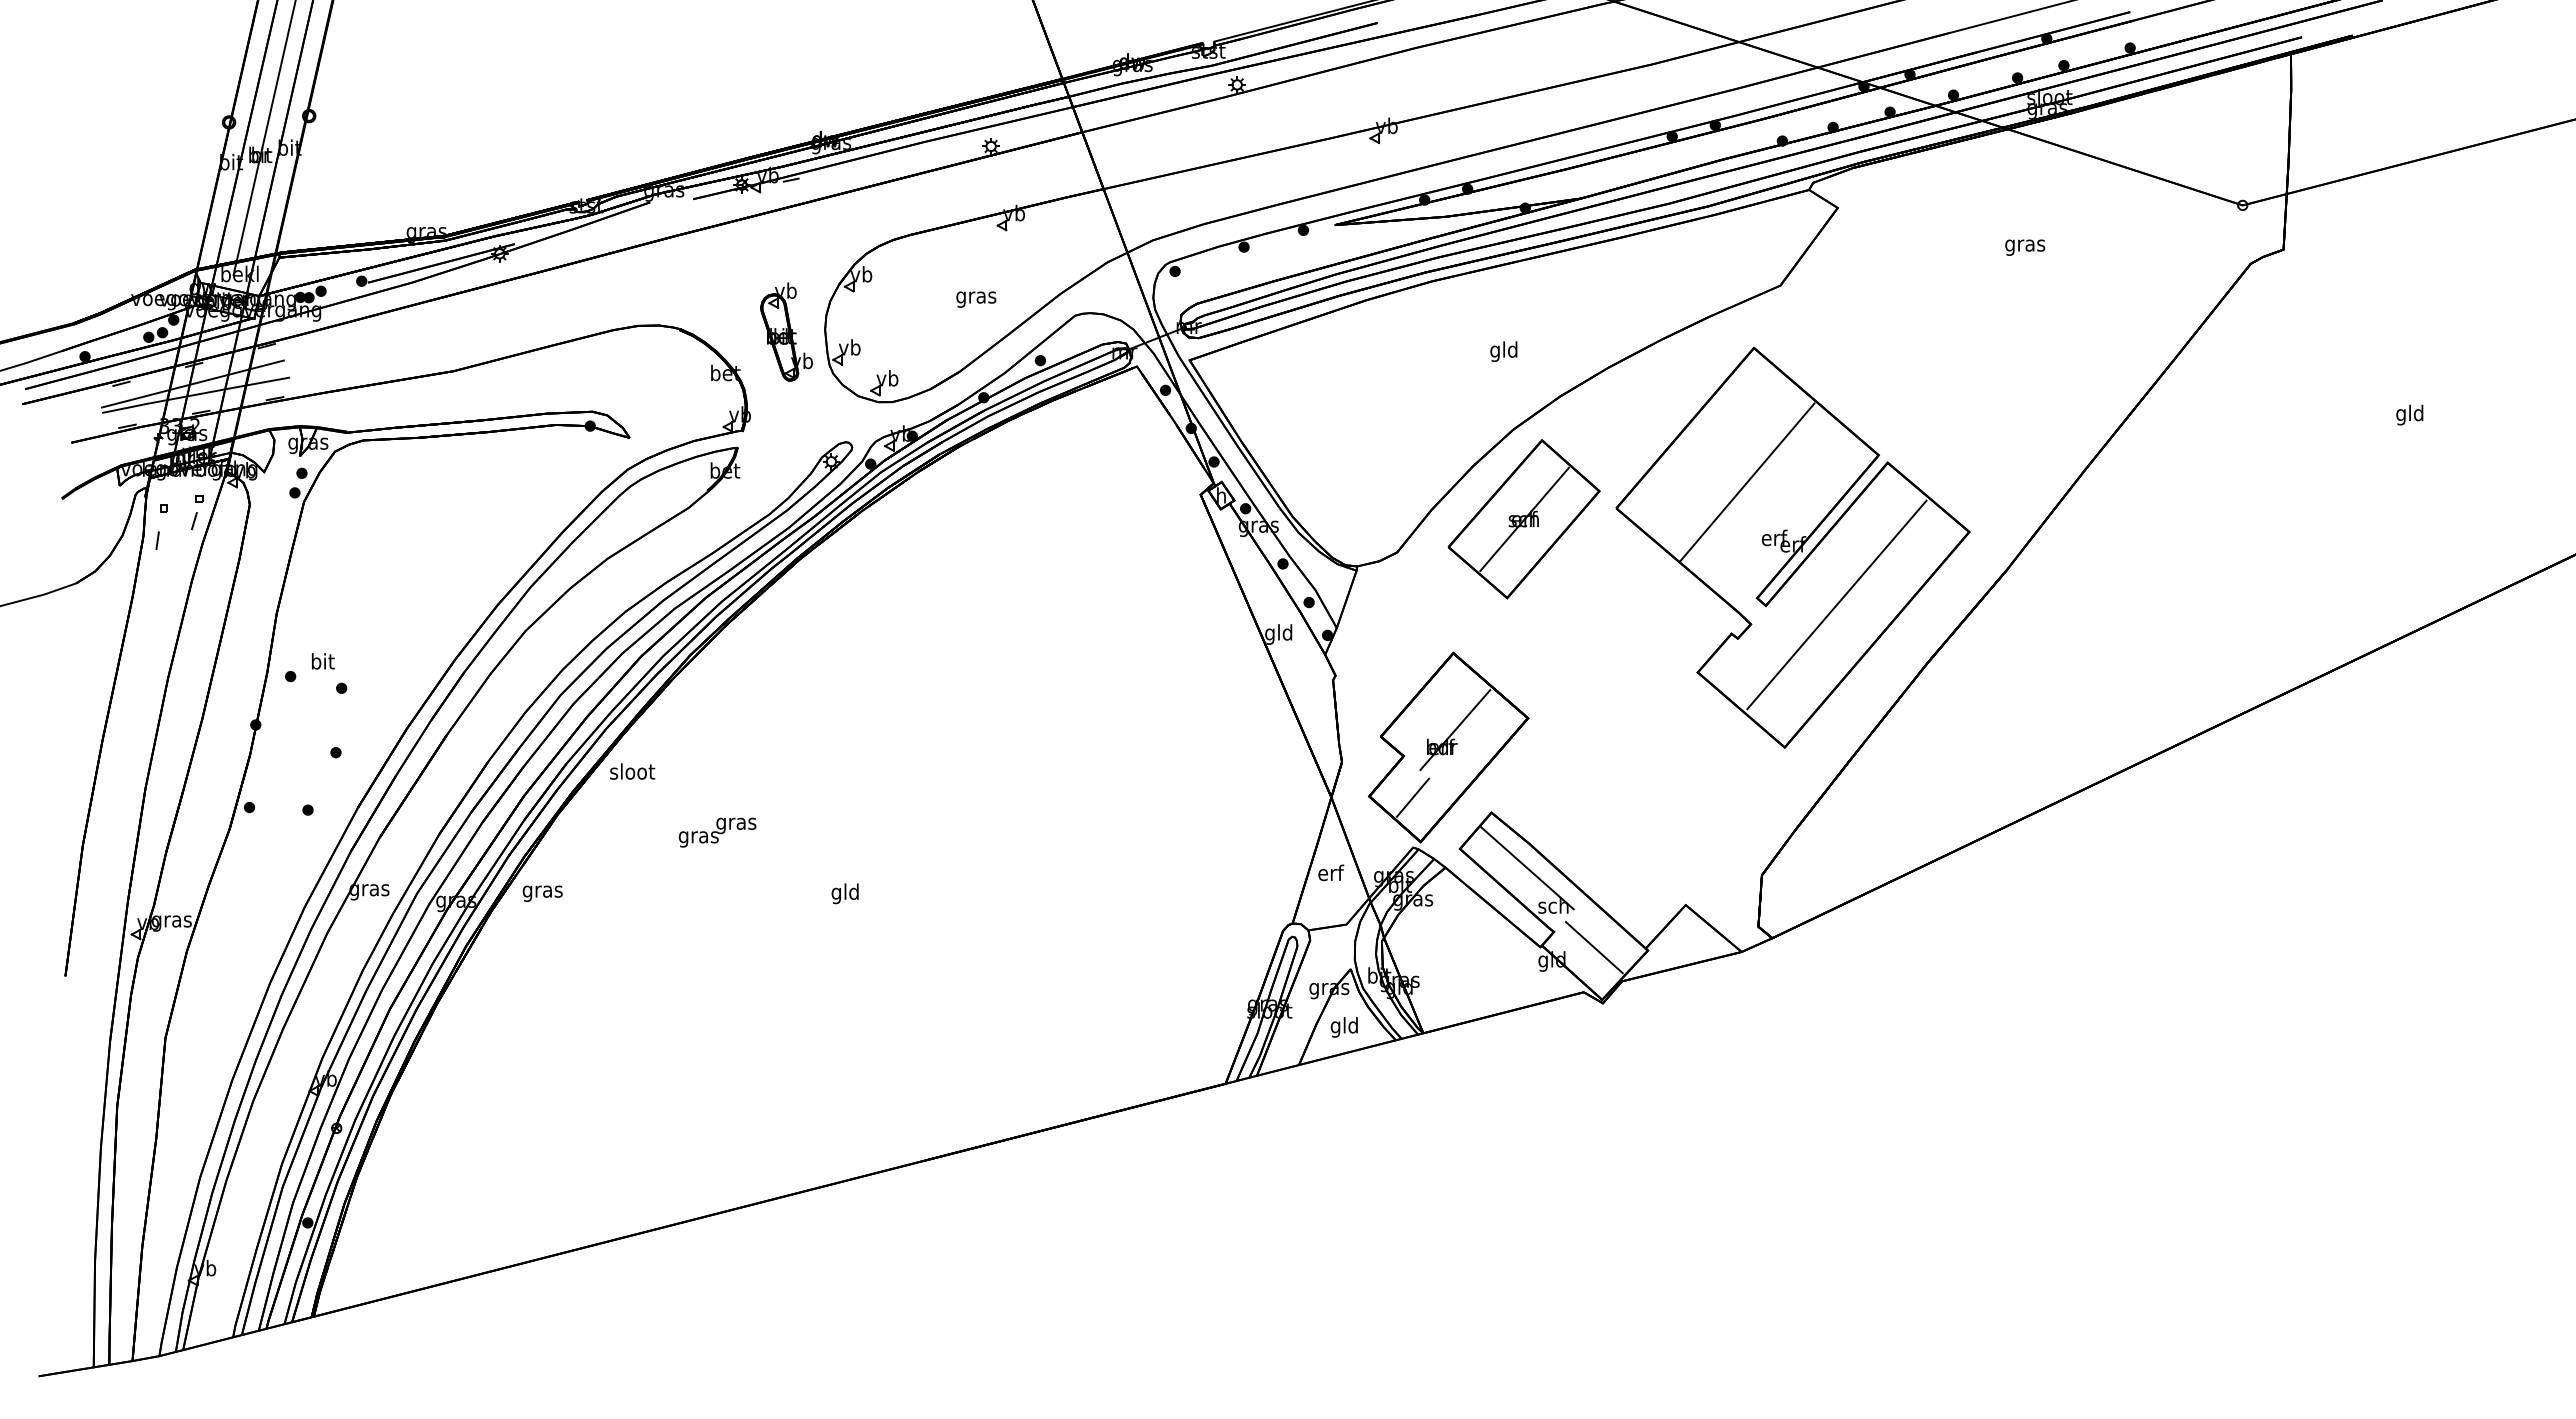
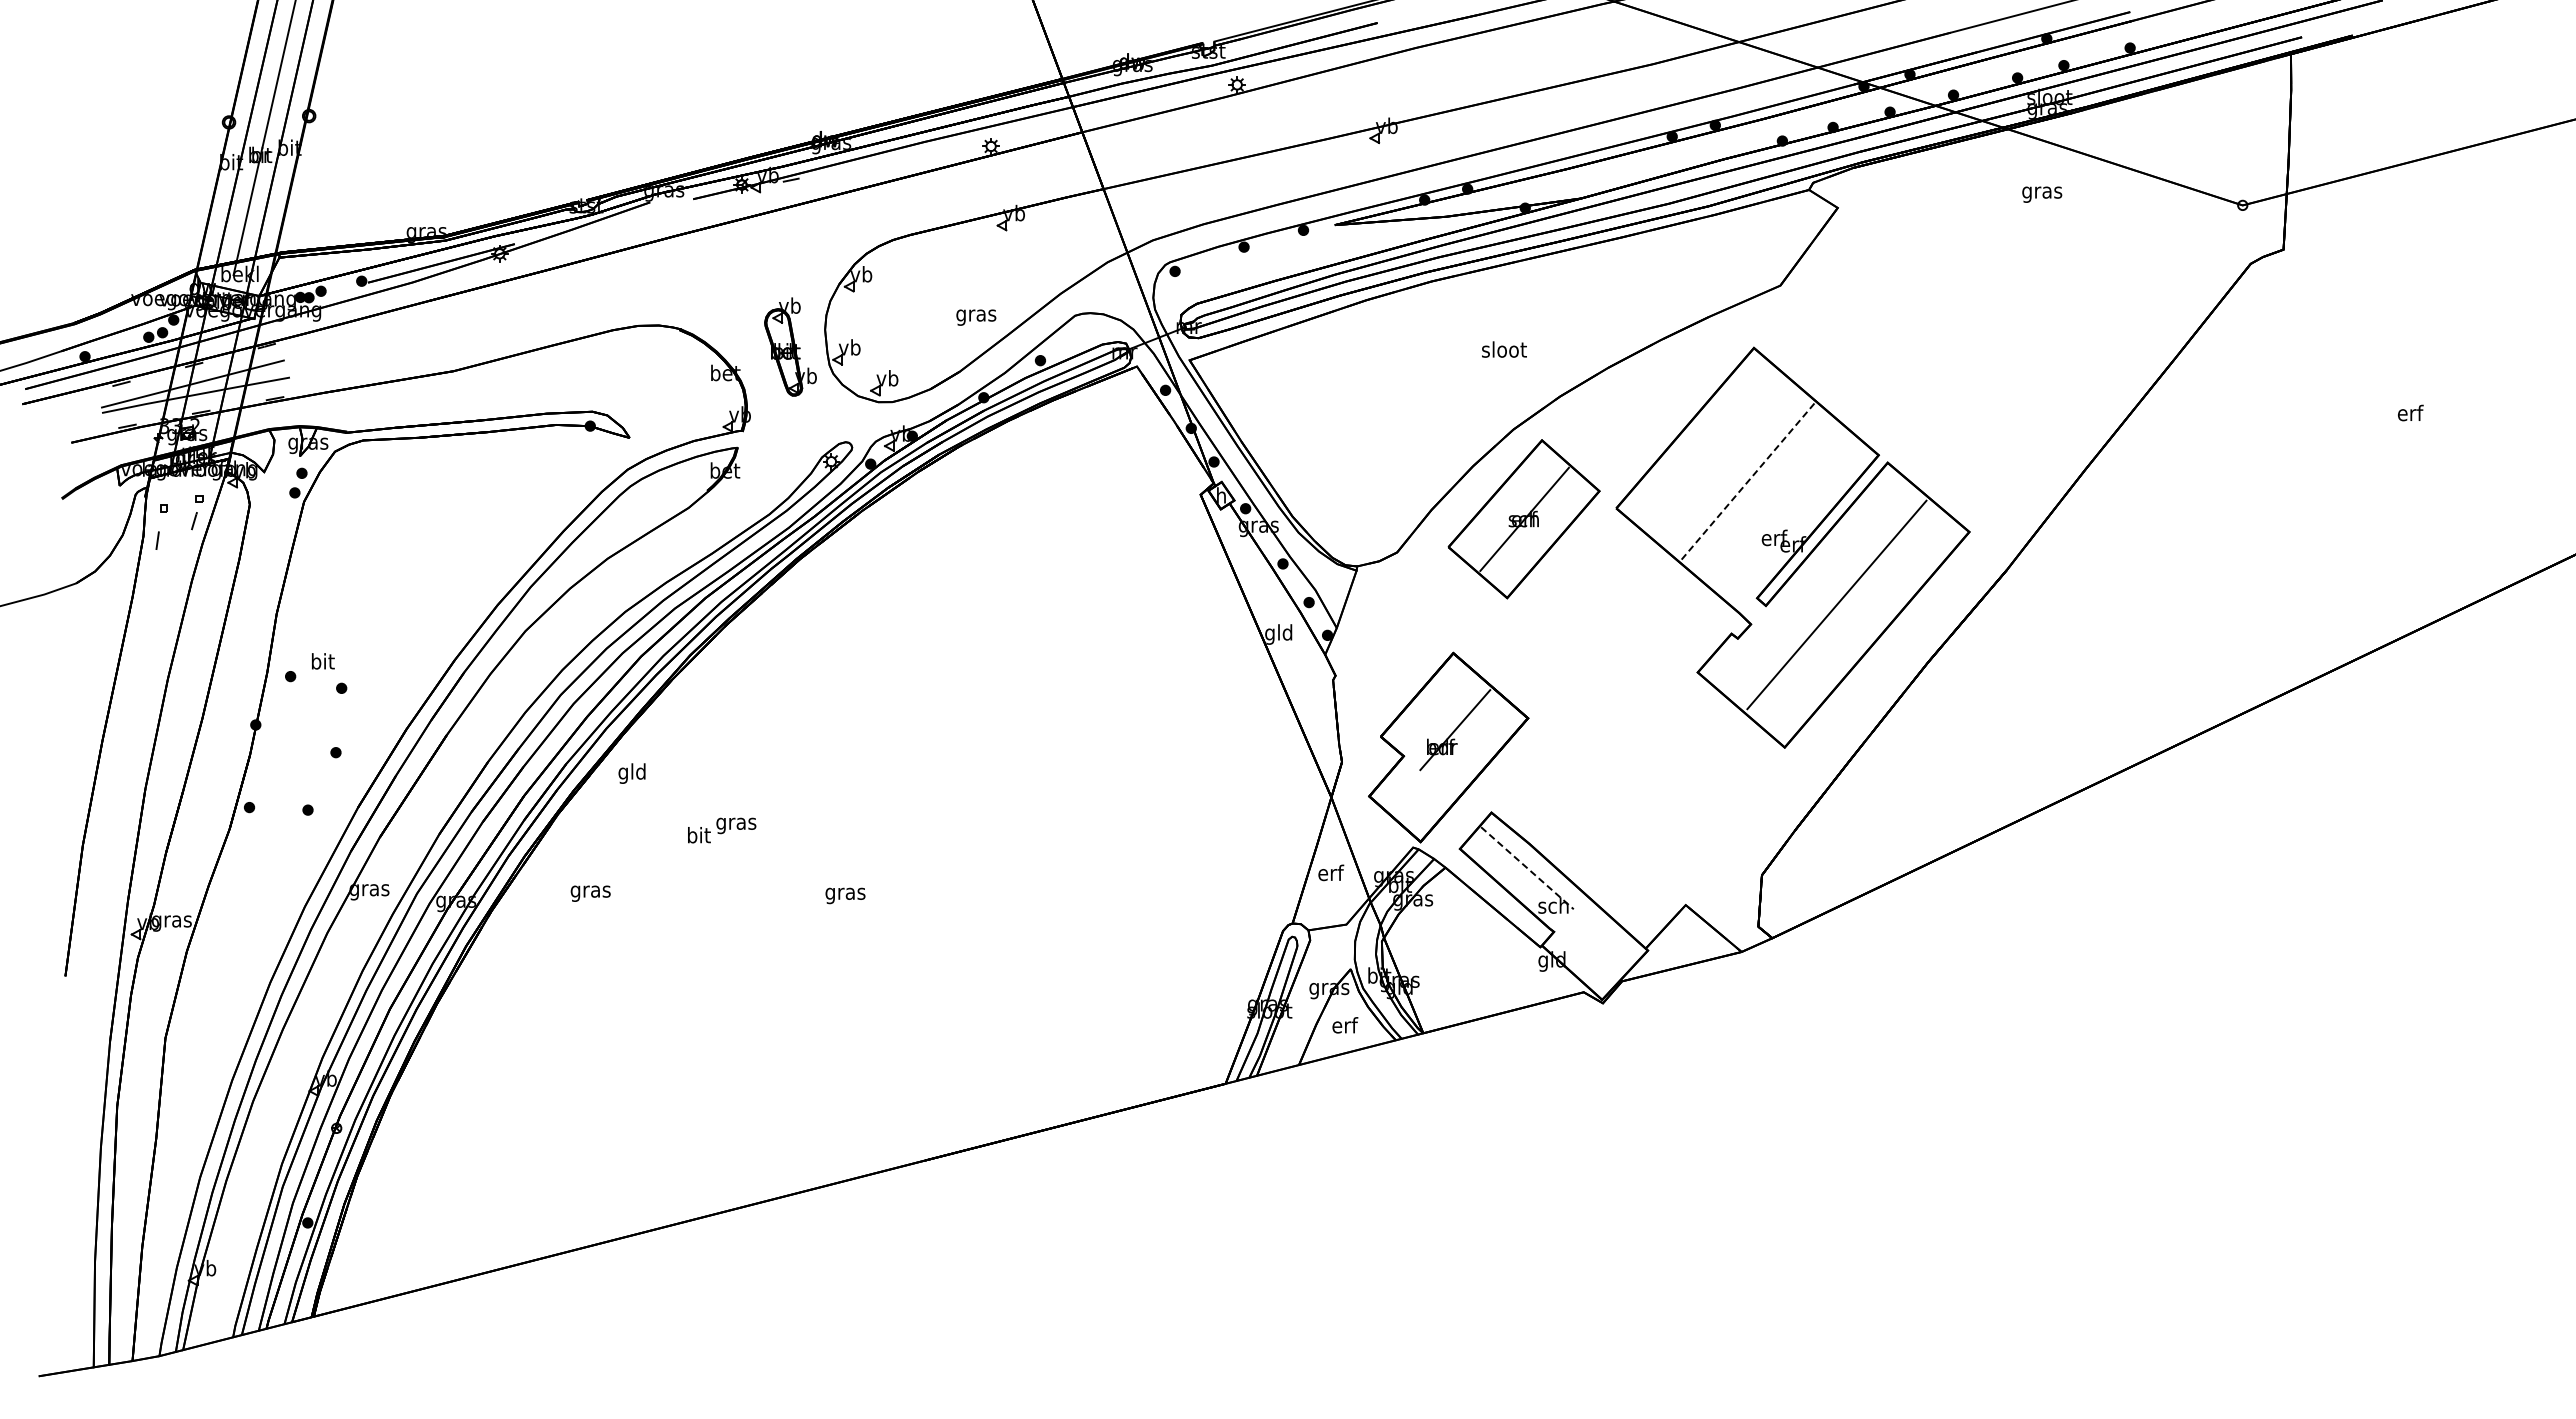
text at (2025, 247) position: (2025, 247) -> (2042, 194)
text at (976, 299) position: (976, 299) -> (976, 317)
part at (786, 331) position: (786, 331) -> (790, 346)
text at (1504, 351): gld -> sloot
text at (2409, 414): gld -> erf
line at (1747, 482): solid -> dashed
text at (632, 773): sloot -> gld
line at (1412, 797): present -> none
text at (698, 837): gras -> bit
line at (1527, 868): solid -> dashed
text at (542, 893) position: (542, 893) -> (590, 893)
text at (845, 893): gld -> gras
line at (1593, 947): present -> none
text at (1344, 1027): gld -> erf
